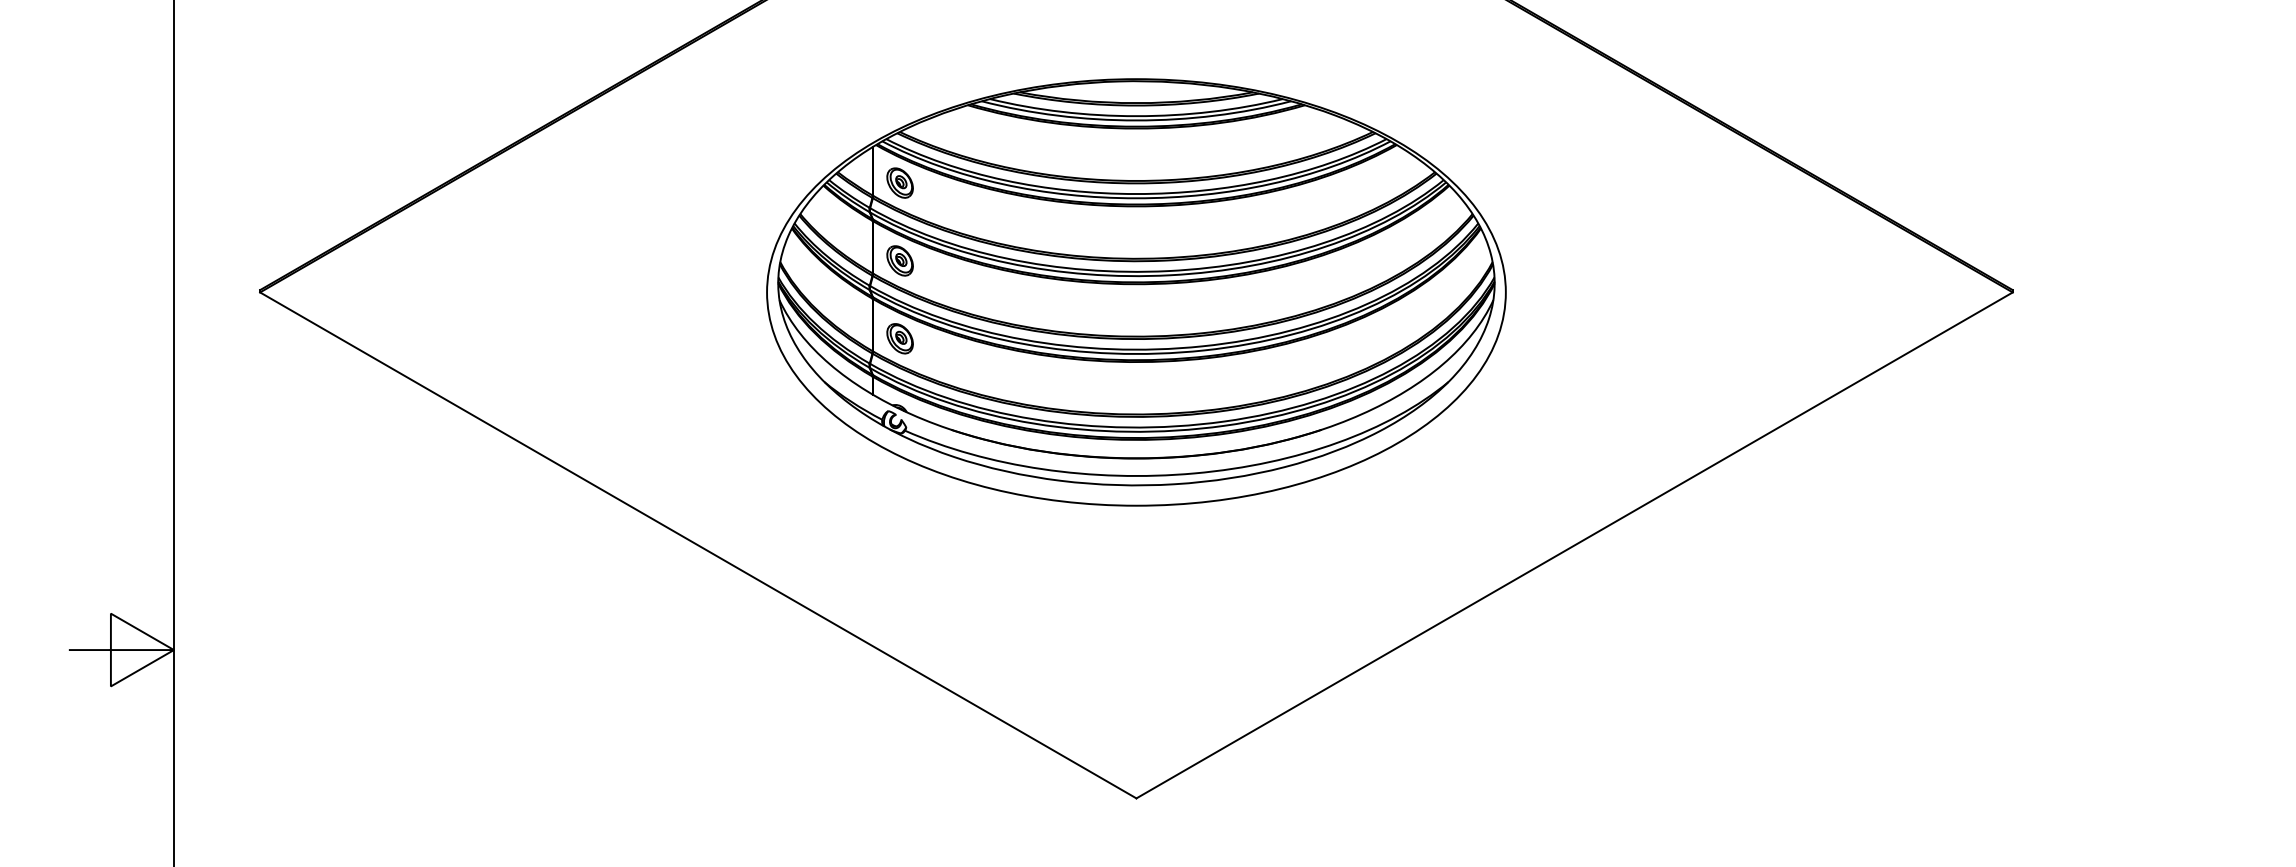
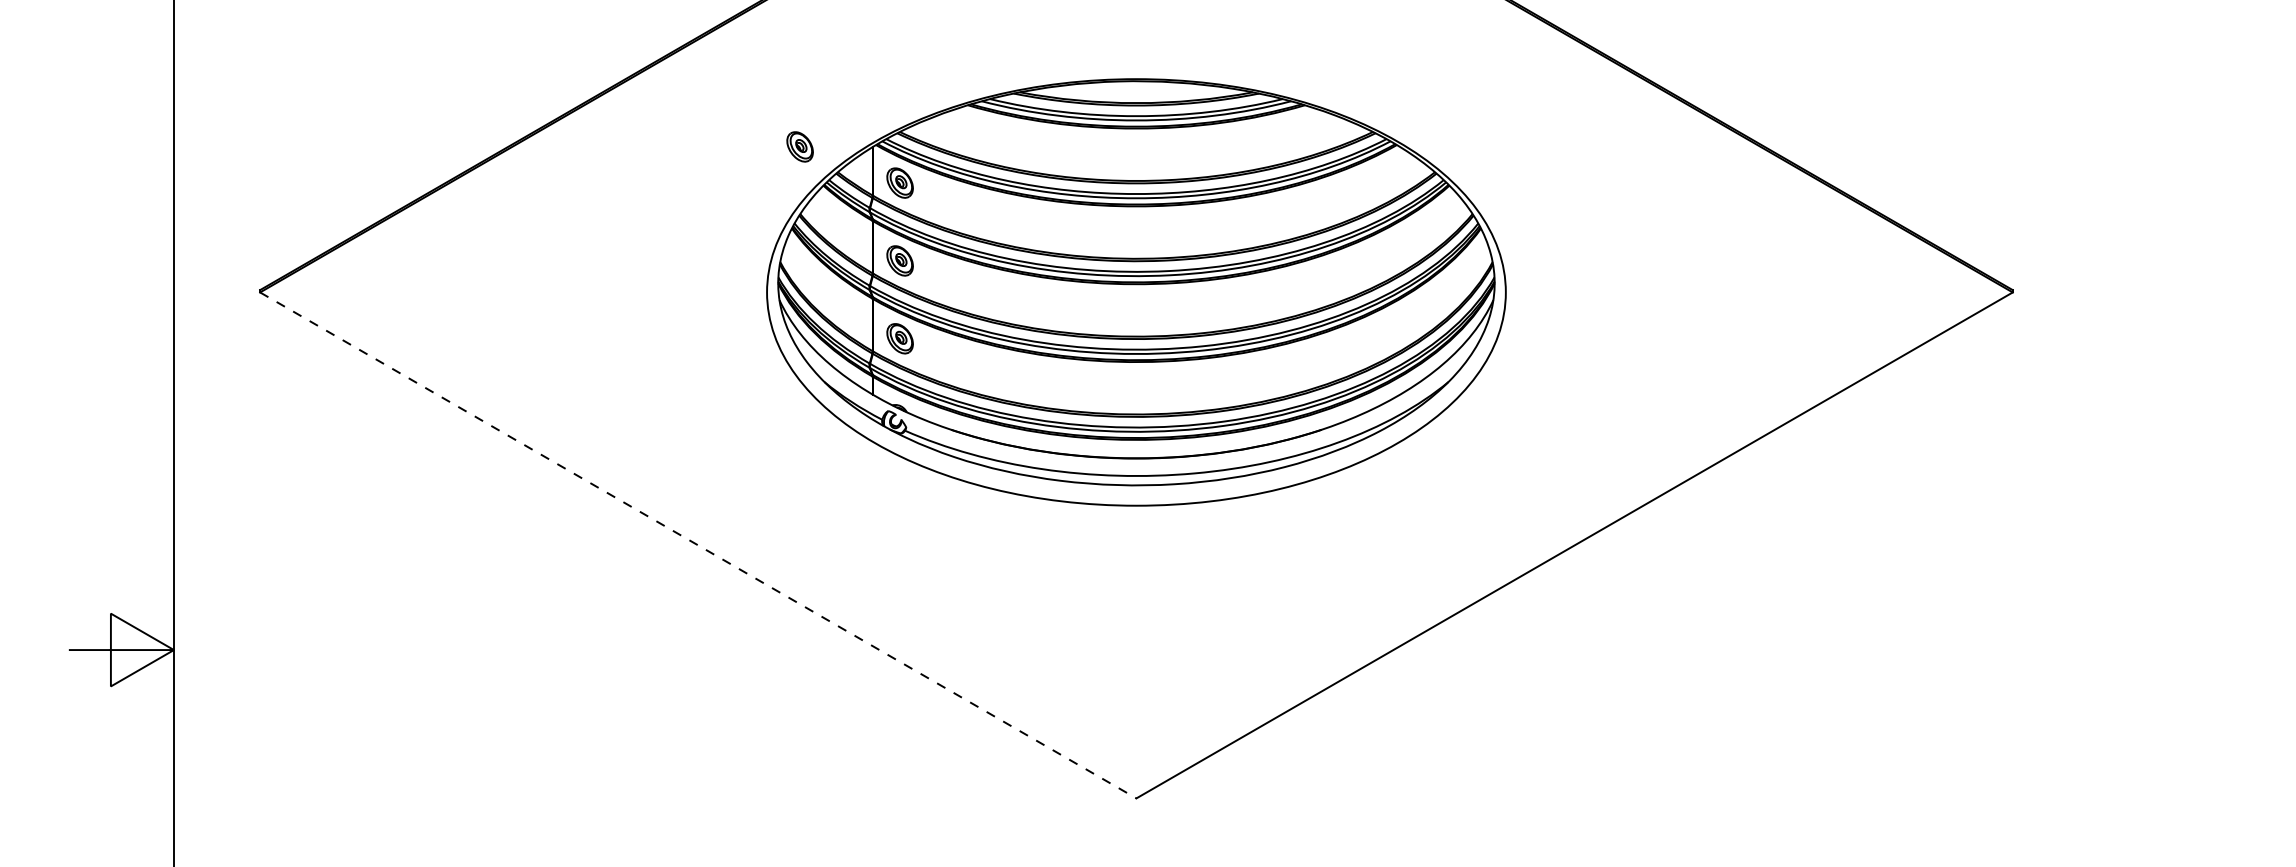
part at (799, 146): none -> present
line at (698, 545): solid -> dashed
